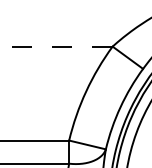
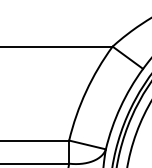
line at (56, 46): dashed -> solid
